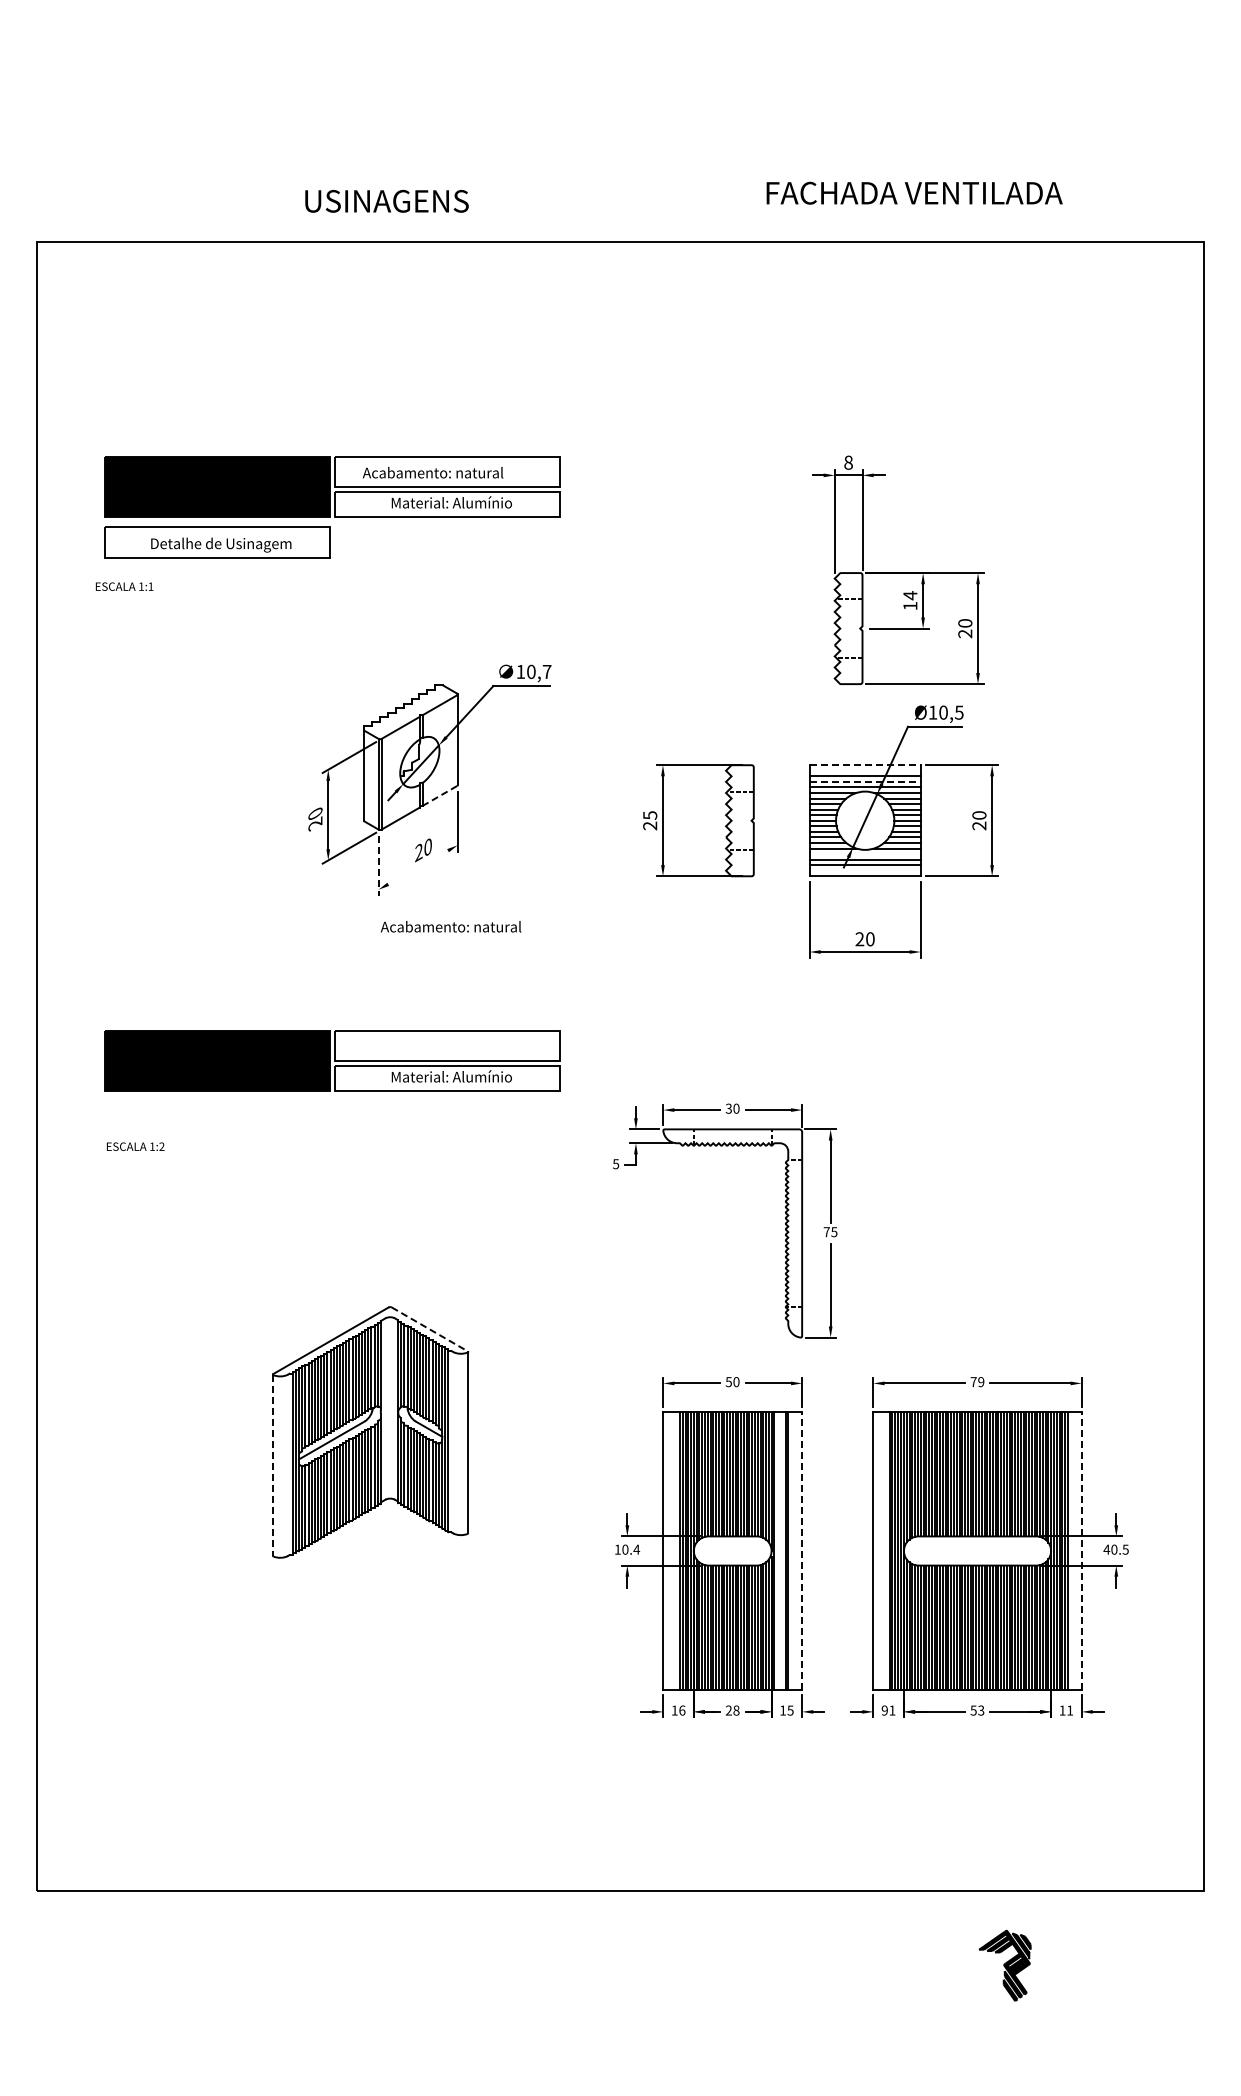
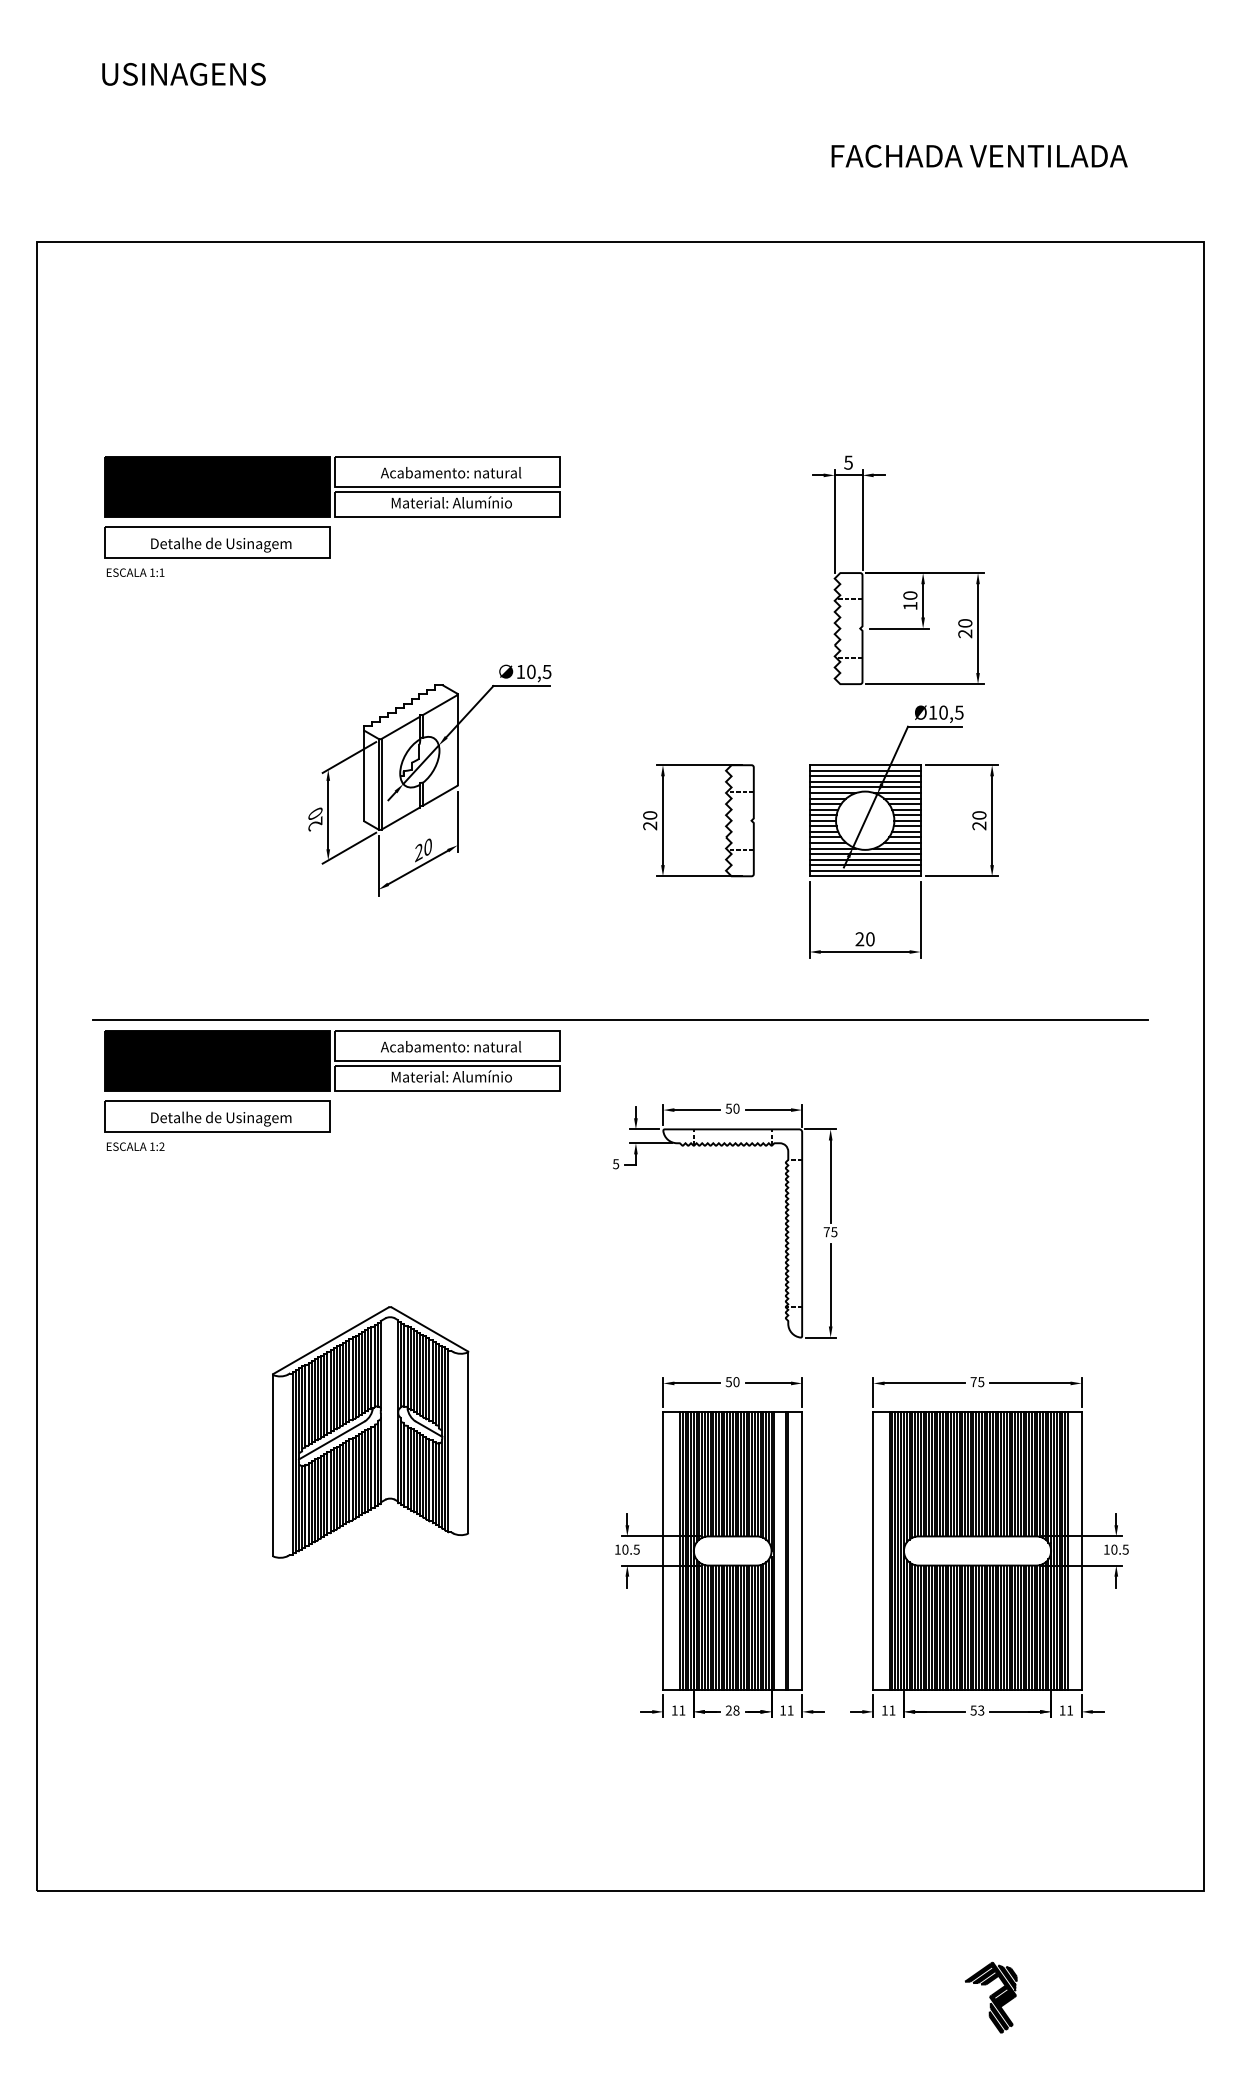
text at (914, 192) position: (914, 192) -> (979, 155)
text at (386, 200) position: (386, 200) -> (183, 73)
text at (848, 462): 8 -> 5
text at (433, 472) position: (433, 472) -> (451, 472)
text at (124, 586) position: (124, 586) -> (135, 572)
text at (910, 595): 14 -> 10
text at (546, 672): 10,7 -> 10,5
line at (865, 765): dashed -> solid
line at (864, 770): none -> present
line at (865, 781): dashed -> solid
line at (440, 795): dashed -> solid
text at (650, 815): 25 -> 20
line at (864, 854): none -> present
line at (378, 866): dashed -> solid
line at (418, 867): none -> present
line at (864, 870): none -> present
text at (451, 926) position: (451, 926) -> (451, 1046)
line at (620, 1019): none -> present
text at (728, 1108): 30 -> 50
part at (217, 1116): none -> present
line at (429, 1329): dashed -> solid
text at (981, 1381): 79 -> 75
line at (272, 1465): dashed -> solid
text at (636, 1549): 10.4 -> 10.5
text at (1106, 1549): 40.5 -> 10.5
line at (802, 1551): dashed -> solid
line at (1081, 1551): dashed -> solid
text at (682, 1710): 16 -> 11
text at (790, 1710): 15 -> 11
text at (884, 1710): 91 -> 11
part at (1005, 1965) position: (1005, 1965) -> (991, 1997)
